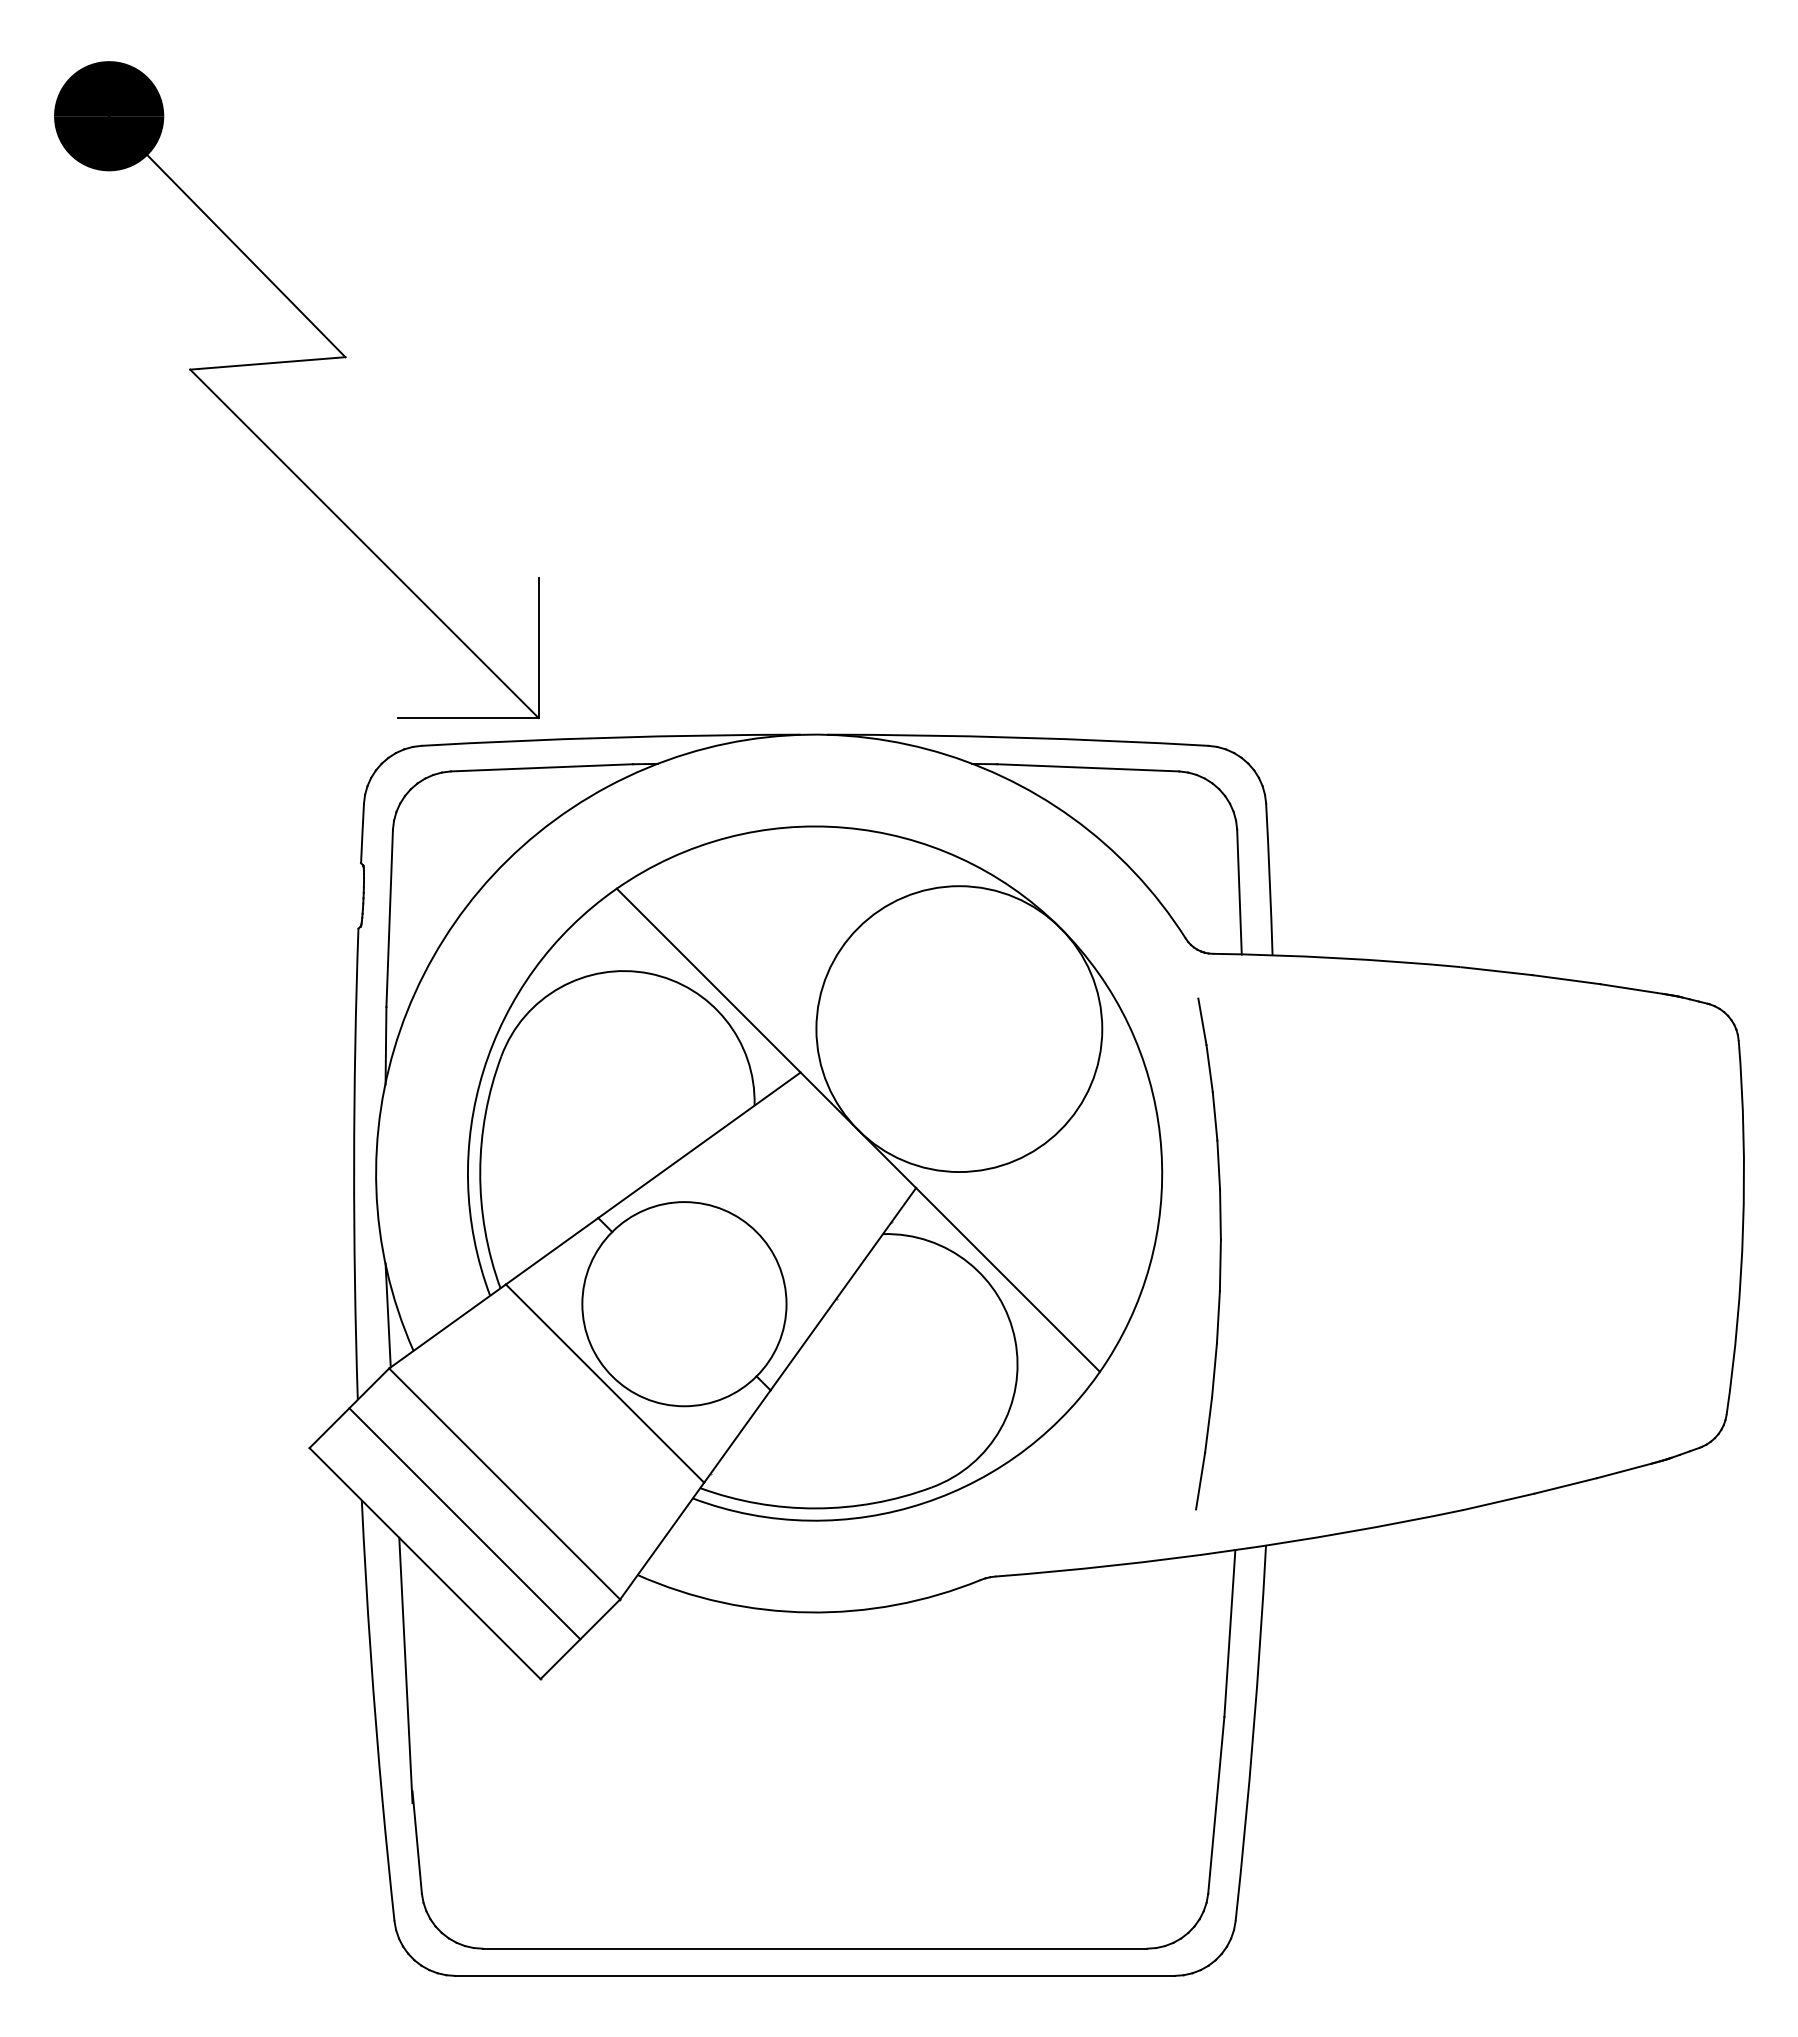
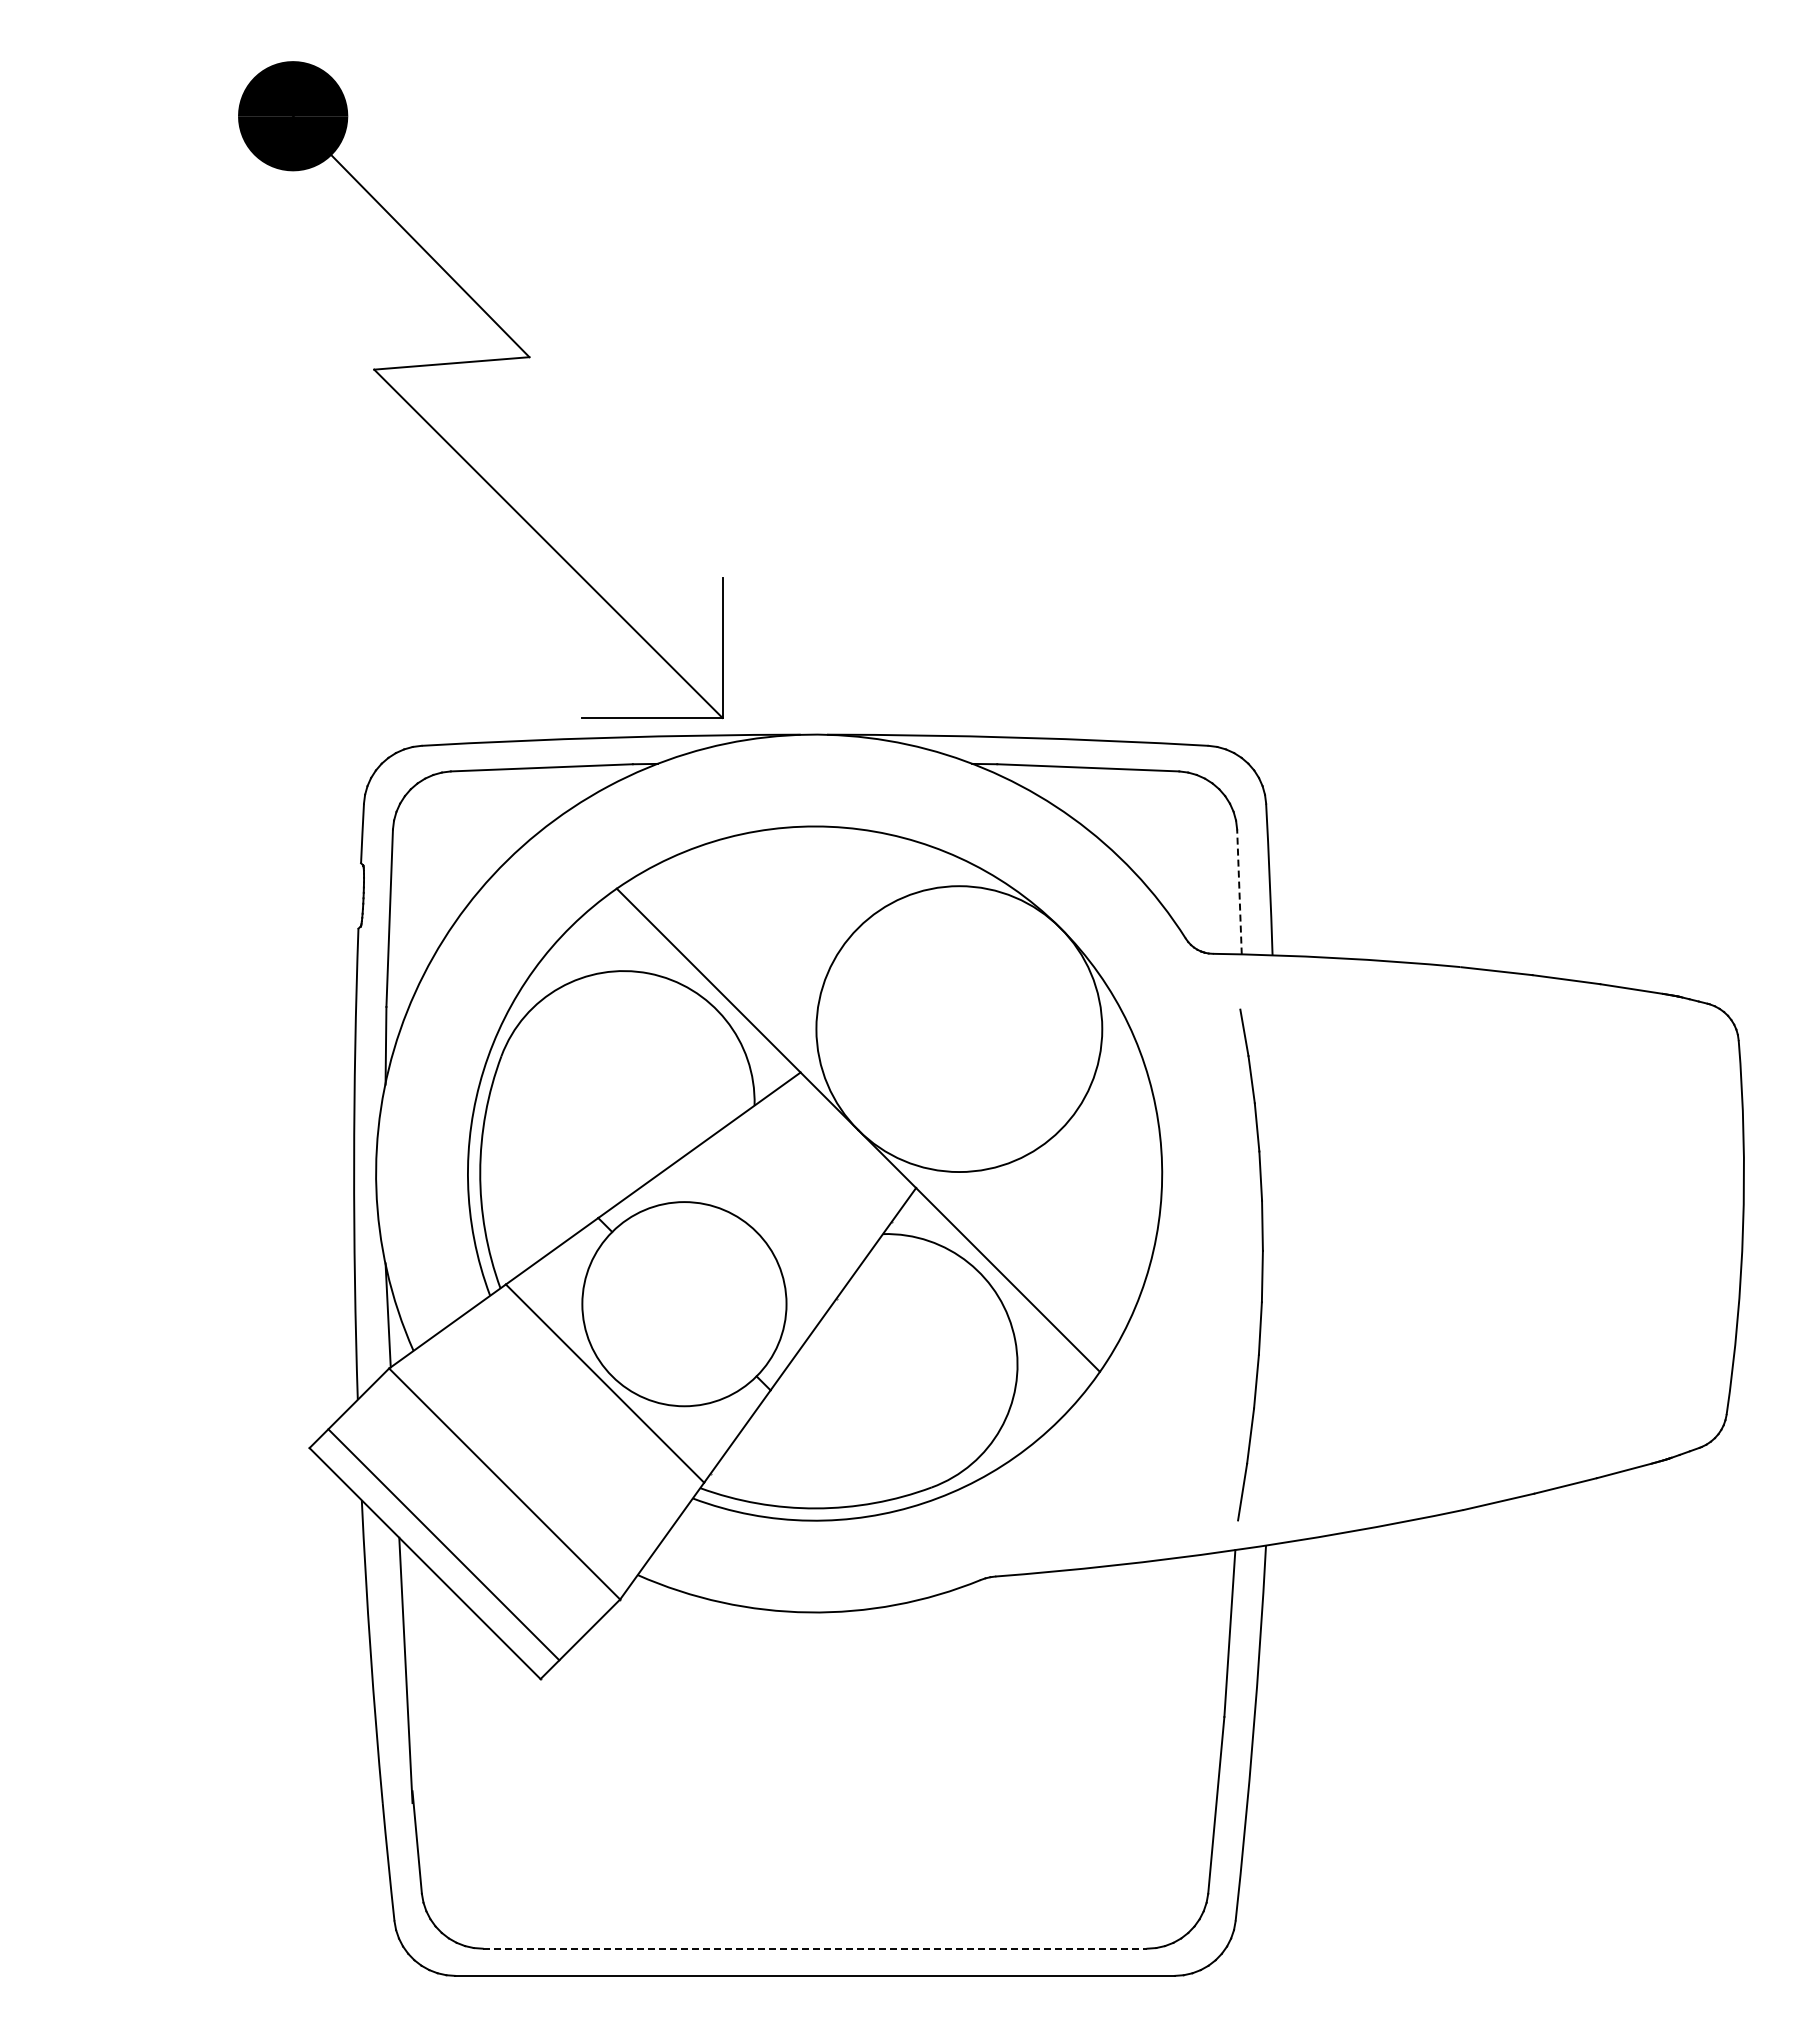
part at (295, 362) position: (295, 362) -> (479, 362)
line at (1239, 892): solid -> dashed
part at (1219, 1253) position: (1219, 1253) -> (1261, 1264)
line at (464, 1523) position: (464, 1523) -> (443, 1544)
line at (815, 1948): solid -> dashed
